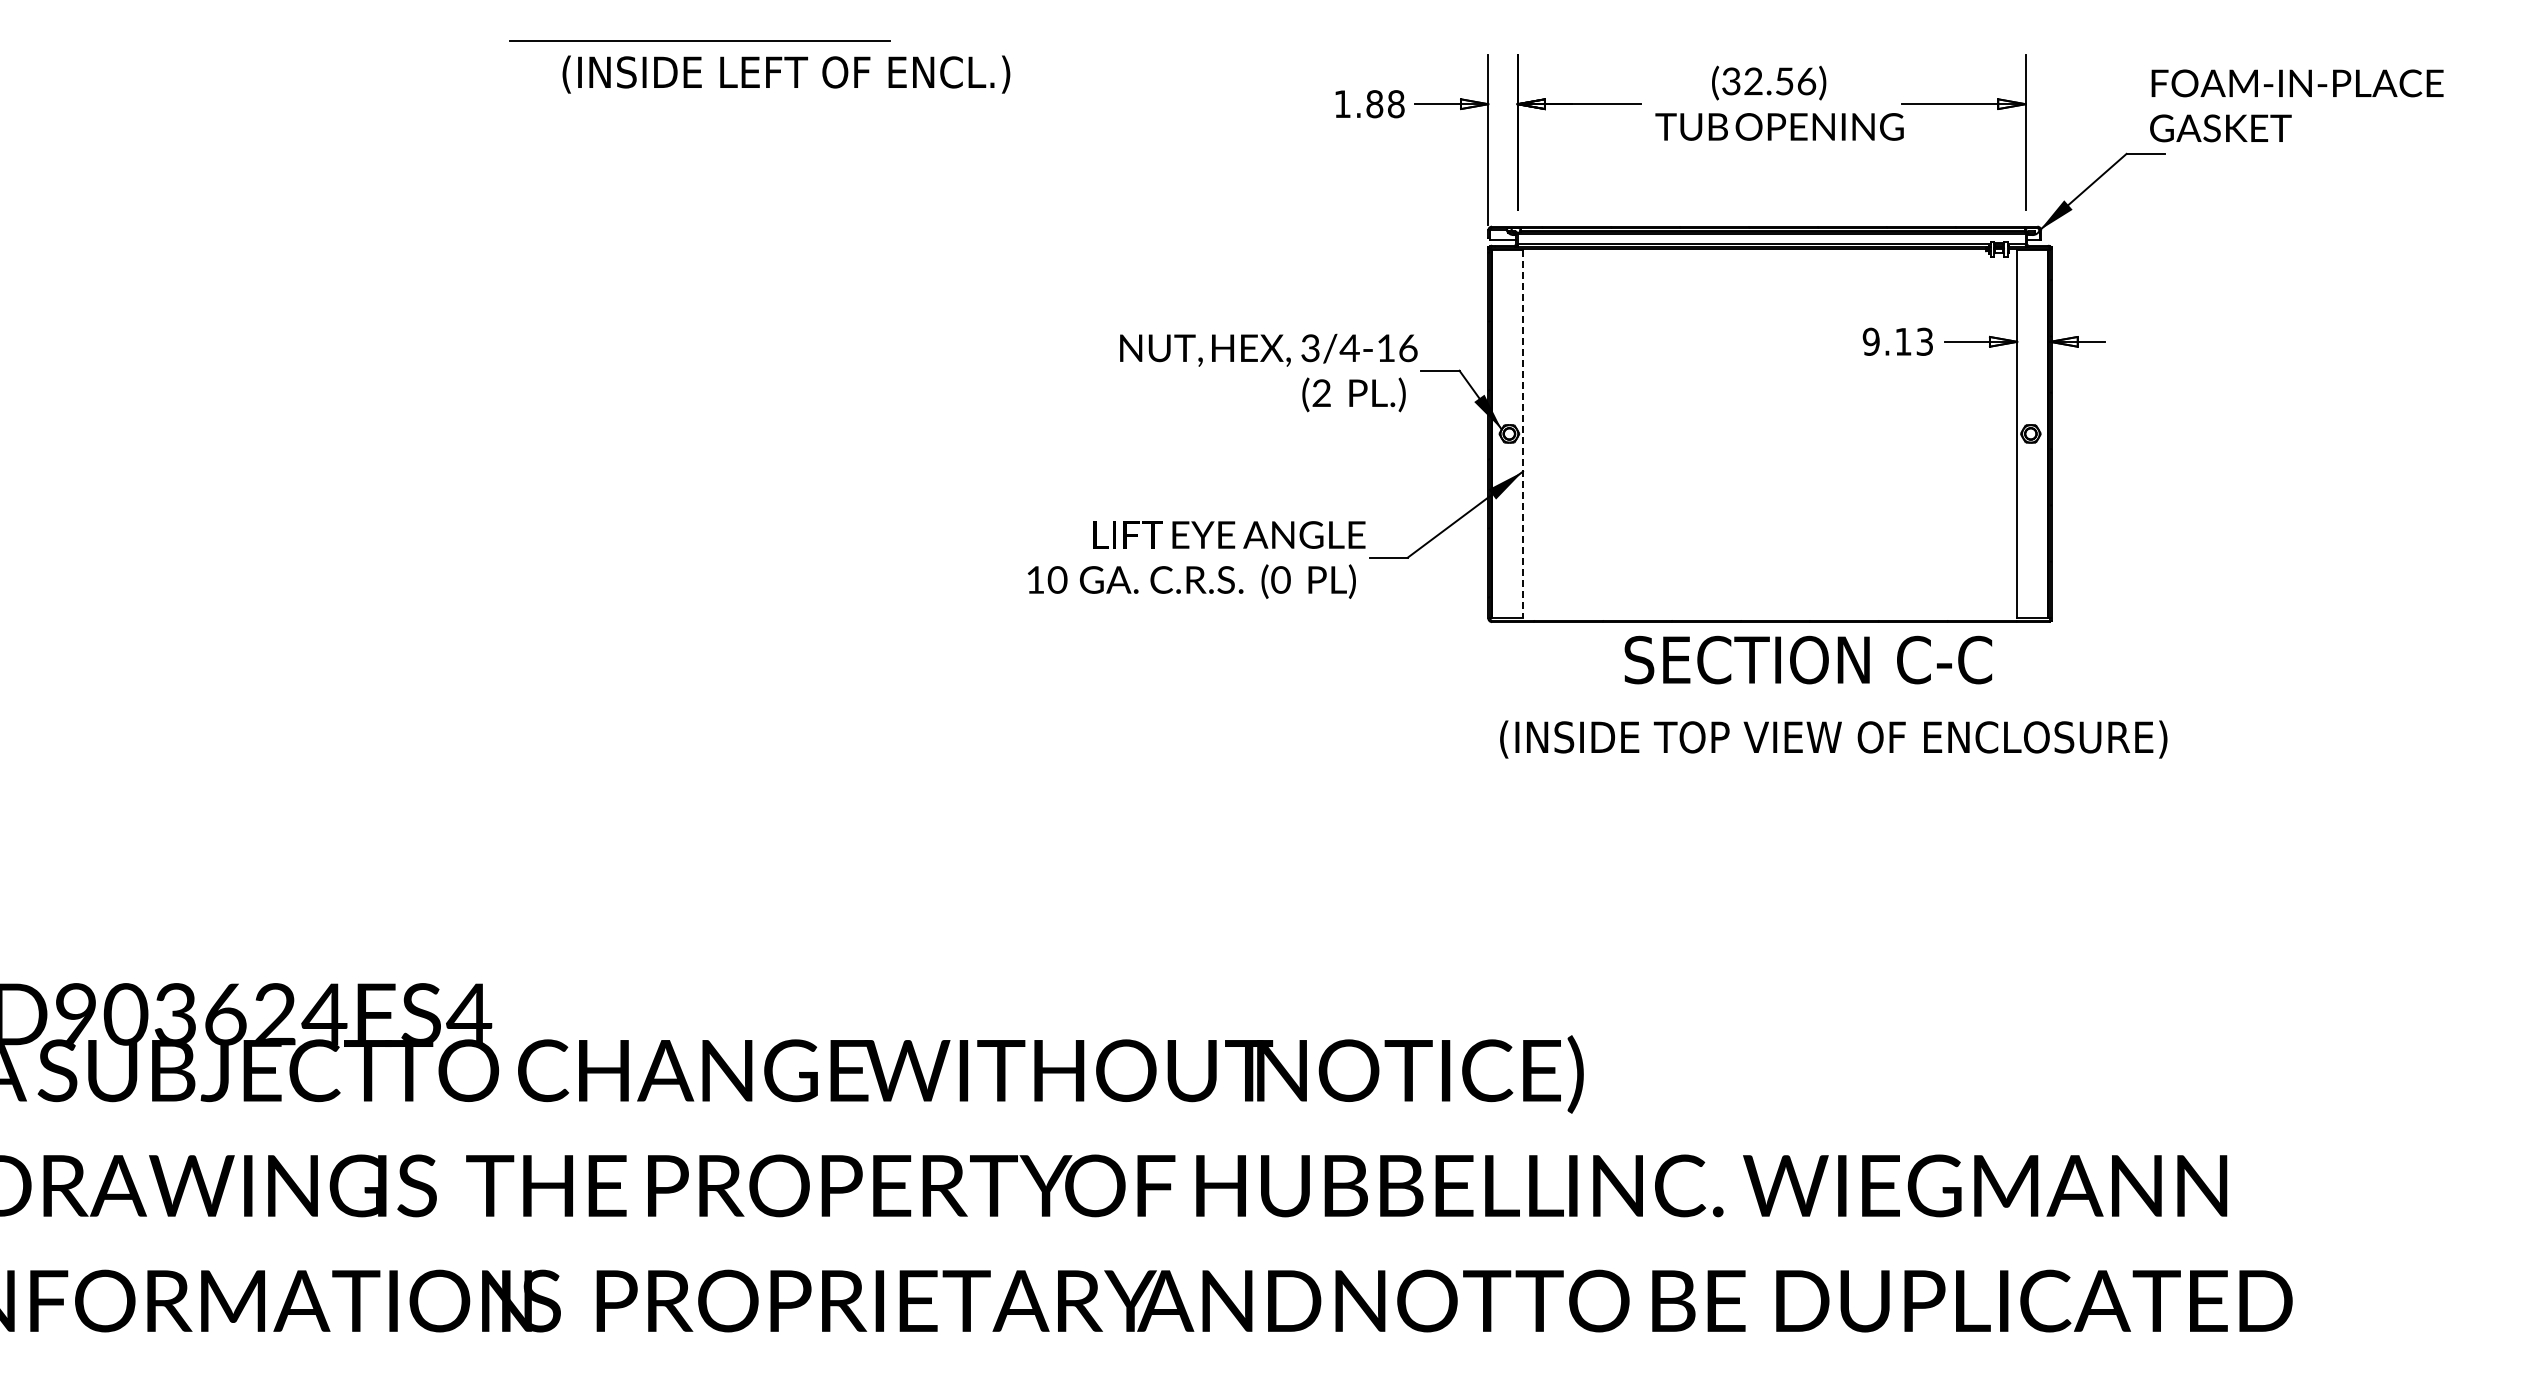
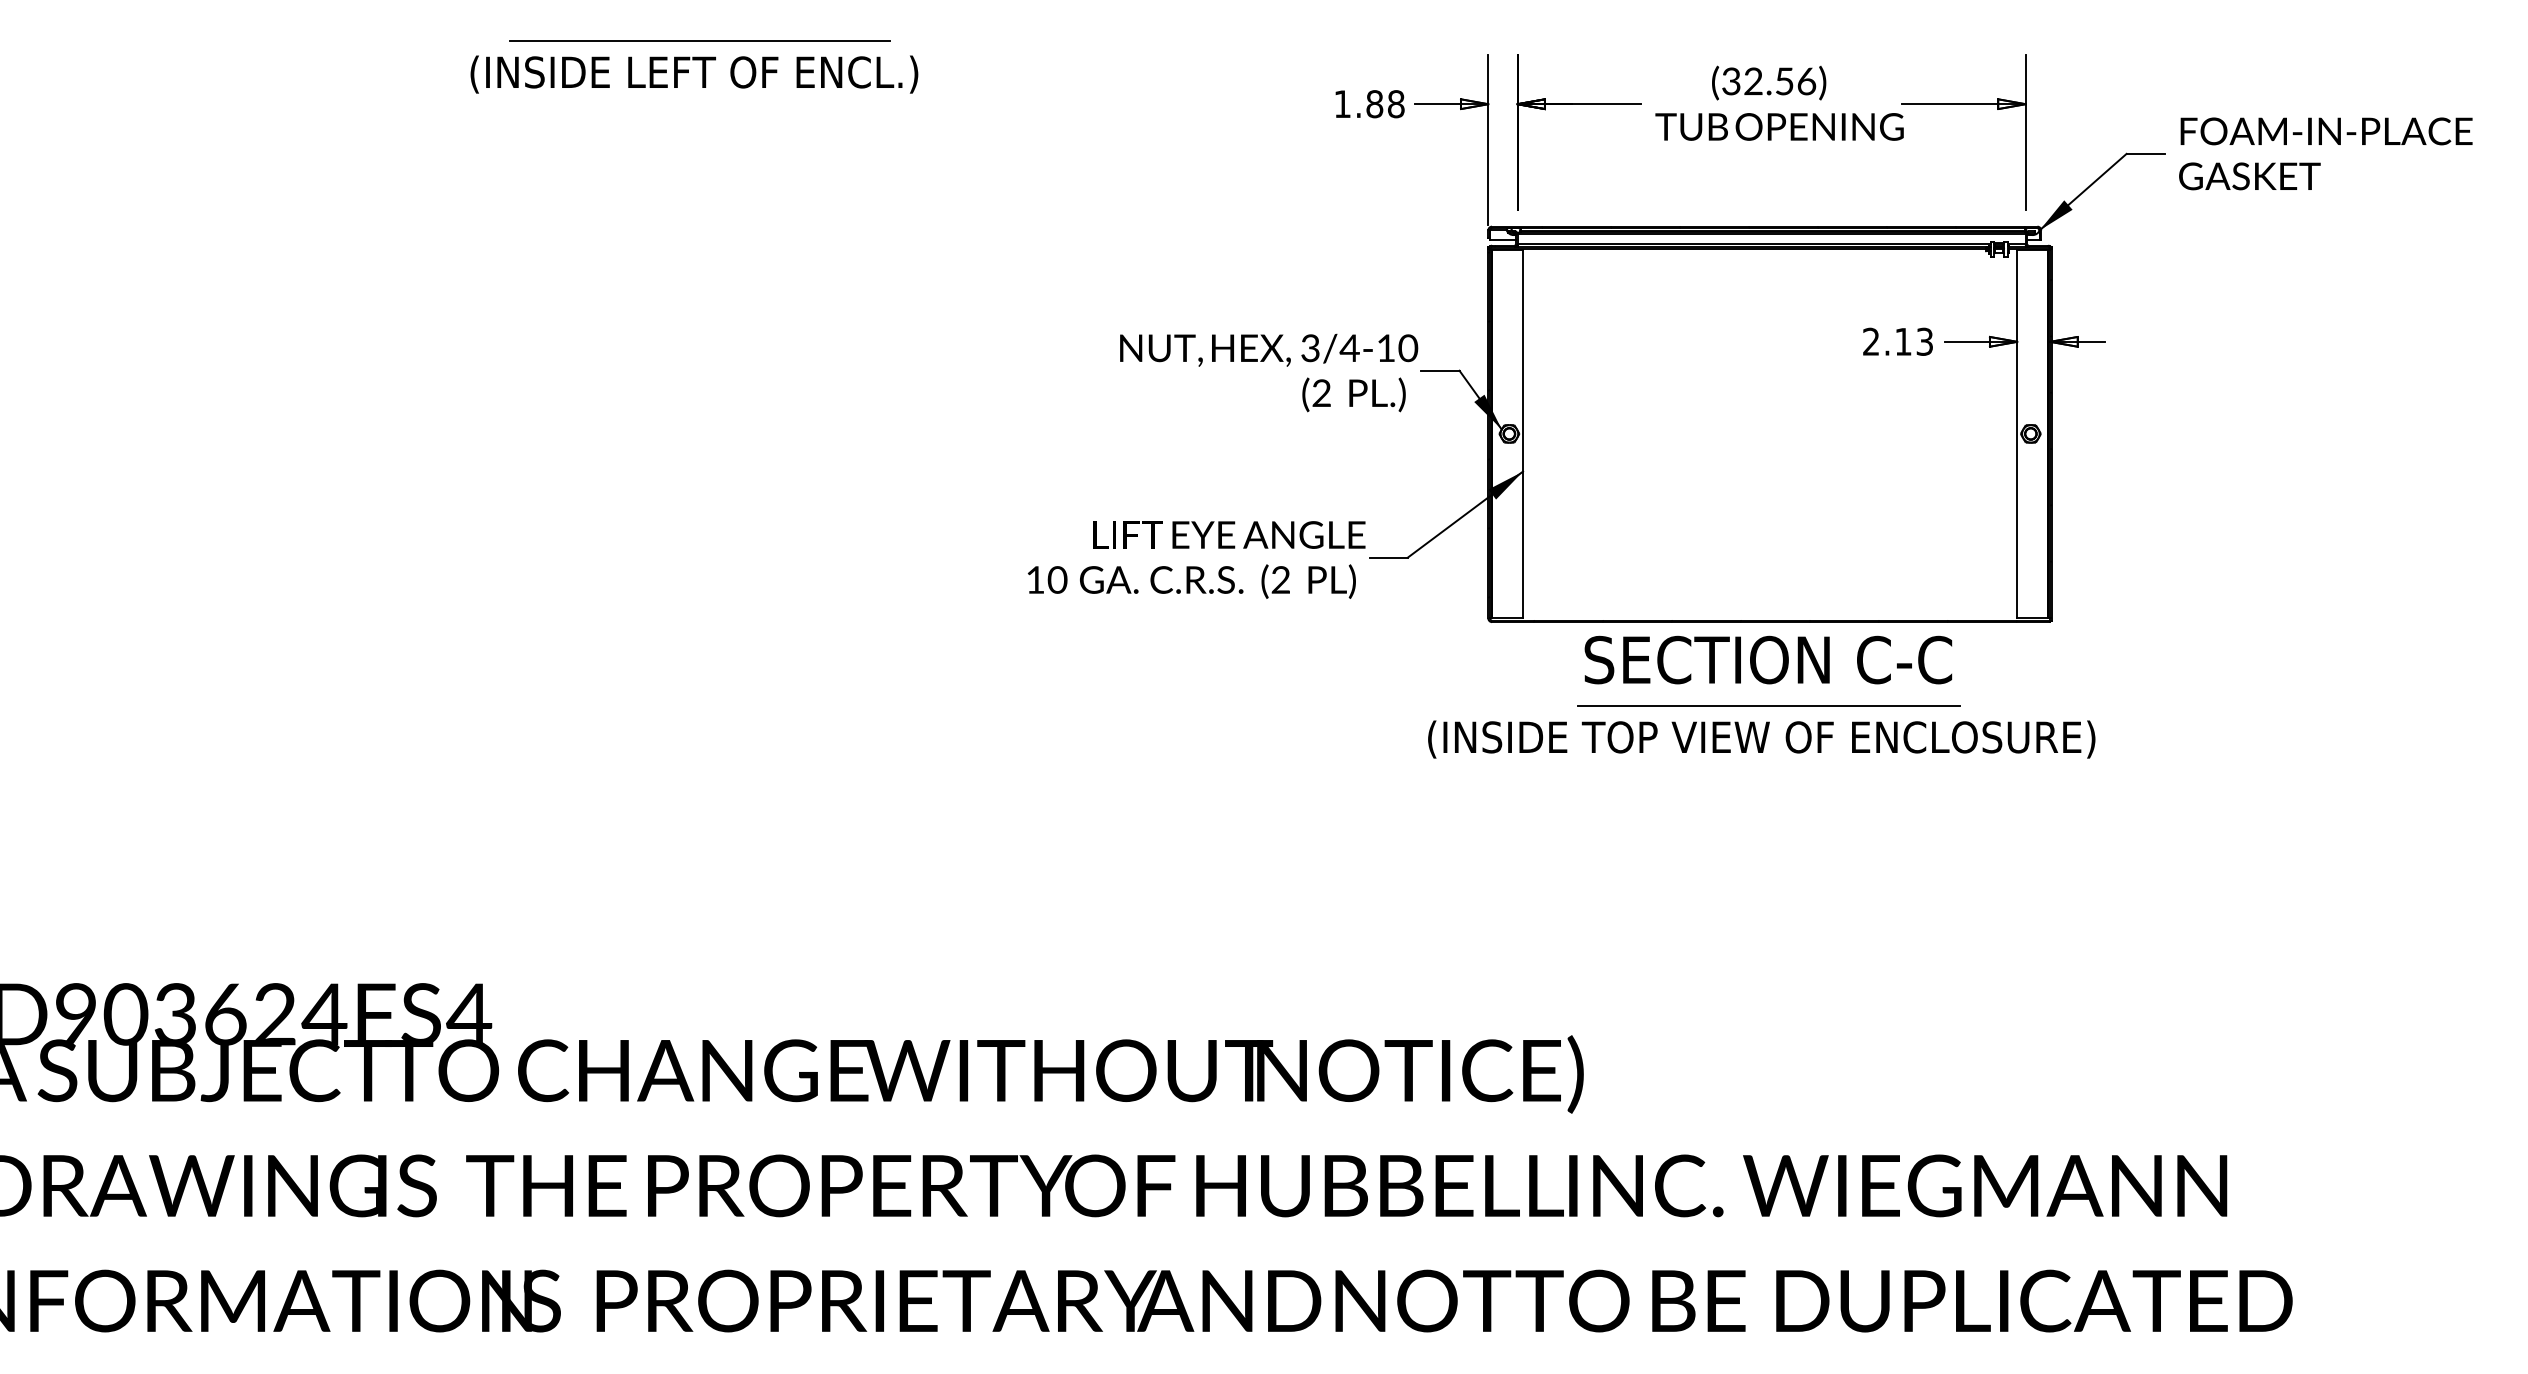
text at (786, 74) position: (786, 74) -> (694, 74)
text at (2296, 105) position: (2296, 105) -> (2325, 153)
text at (1870, 341): 9.13 -> 2.13
text at (1408, 347): 3/4-16 -> 3/4-10
line at (1523, 434): dashed -> solid
text at (1280, 579): (0 -> (2
text at (1808, 659) position: (1808, 659) -> (1768, 659)
line at (1769, 706): none -> present
text at (1833, 739) position: (1833, 739) -> (1761, 739)
